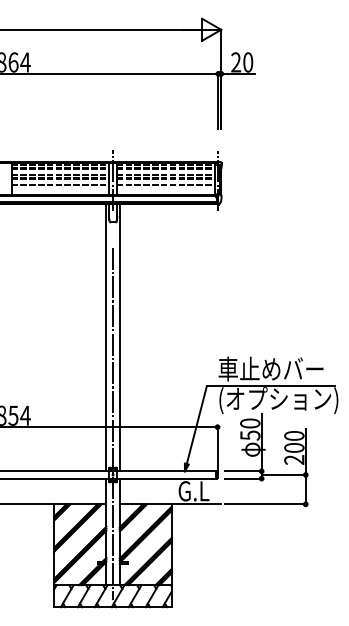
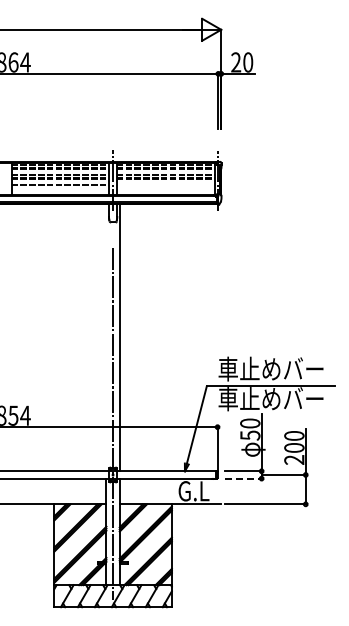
line at (165, 185): present -> none
line at (106, 337): present -> none
text at (278, 400): (オプション) -> 車止めバー
line at (243, 478): solid -> dashed
